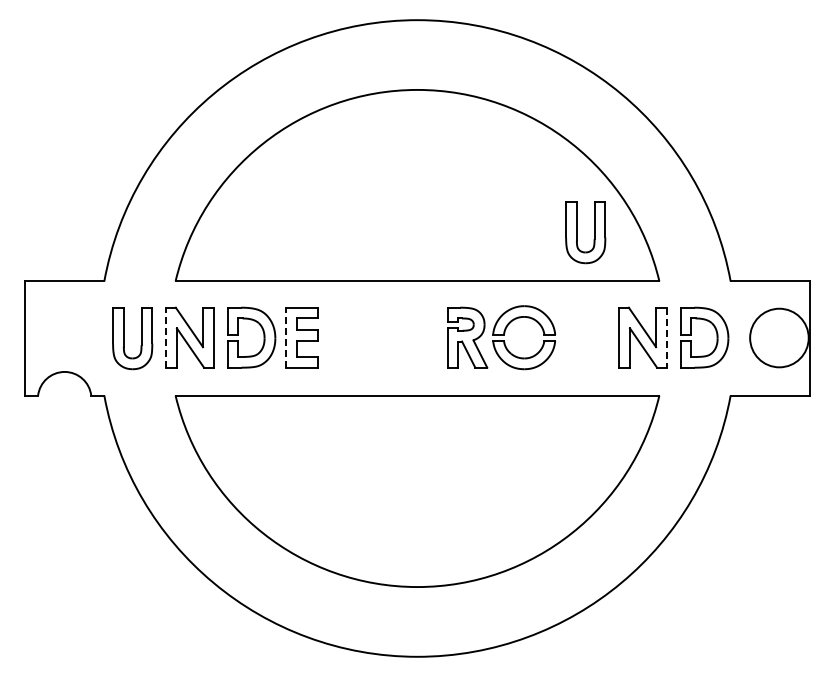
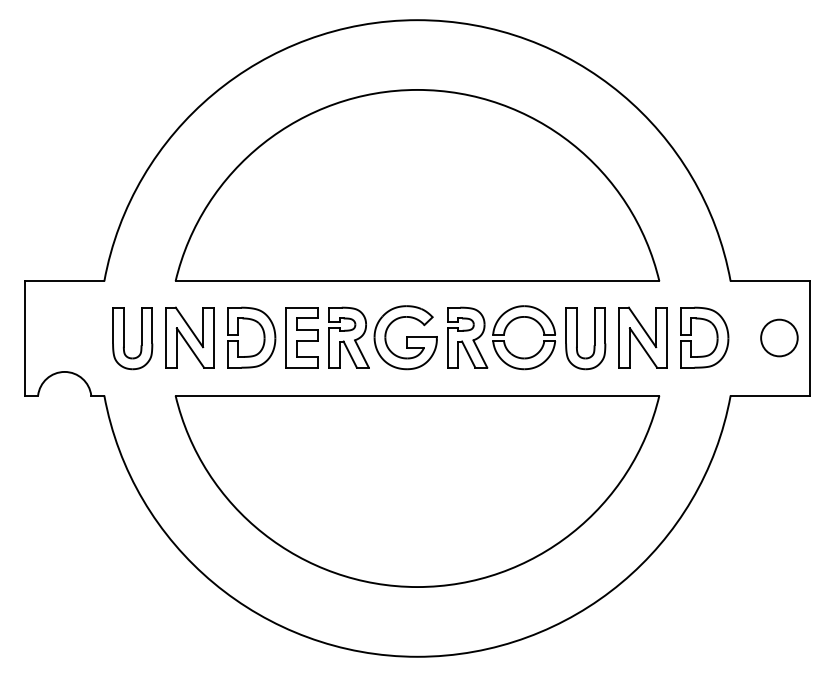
part at (577, 232) position: (577, 232) -> (577, 338)
line at (166, 337): dashed -> solid
line at (286, 337): dashed -> solid
part at (382, 337): none -> present
line at (666, 337): dashed -> solid
circle at (779, 337) diameter: 59 px -> 37 px
